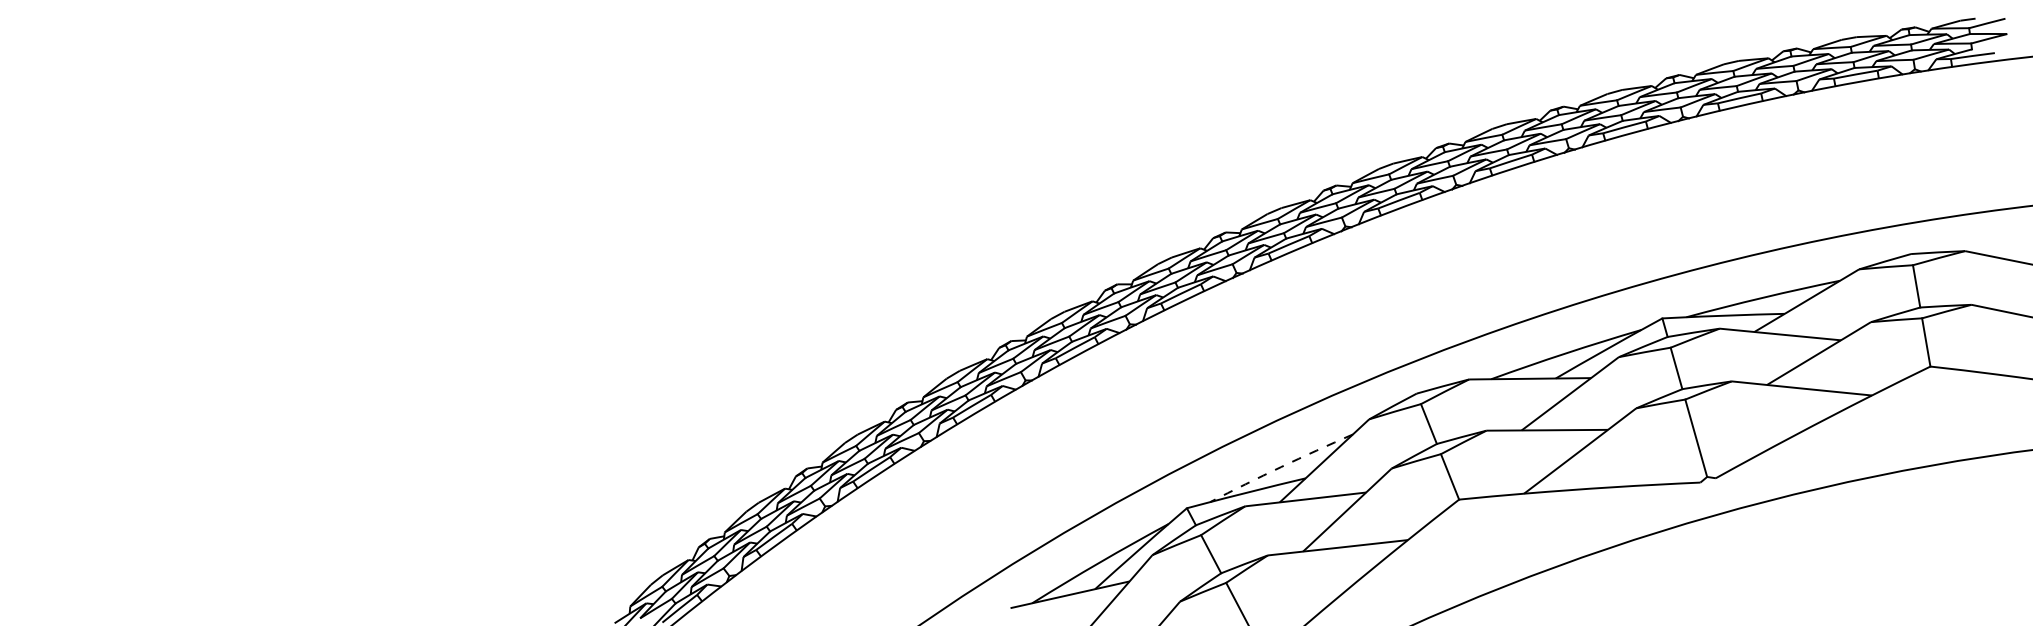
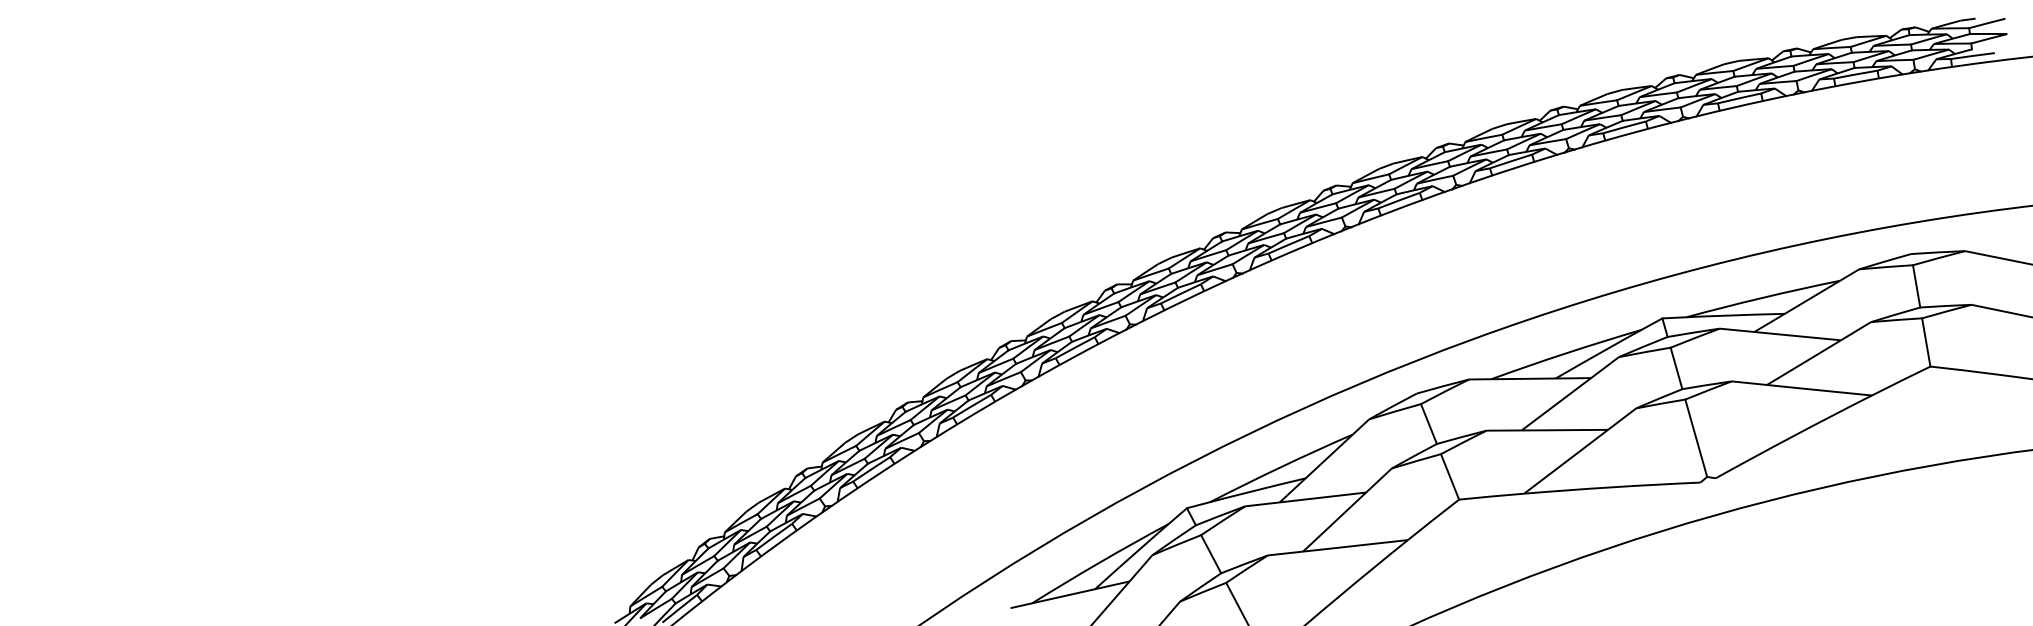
arc at (1281, 467): dashed -> solid
